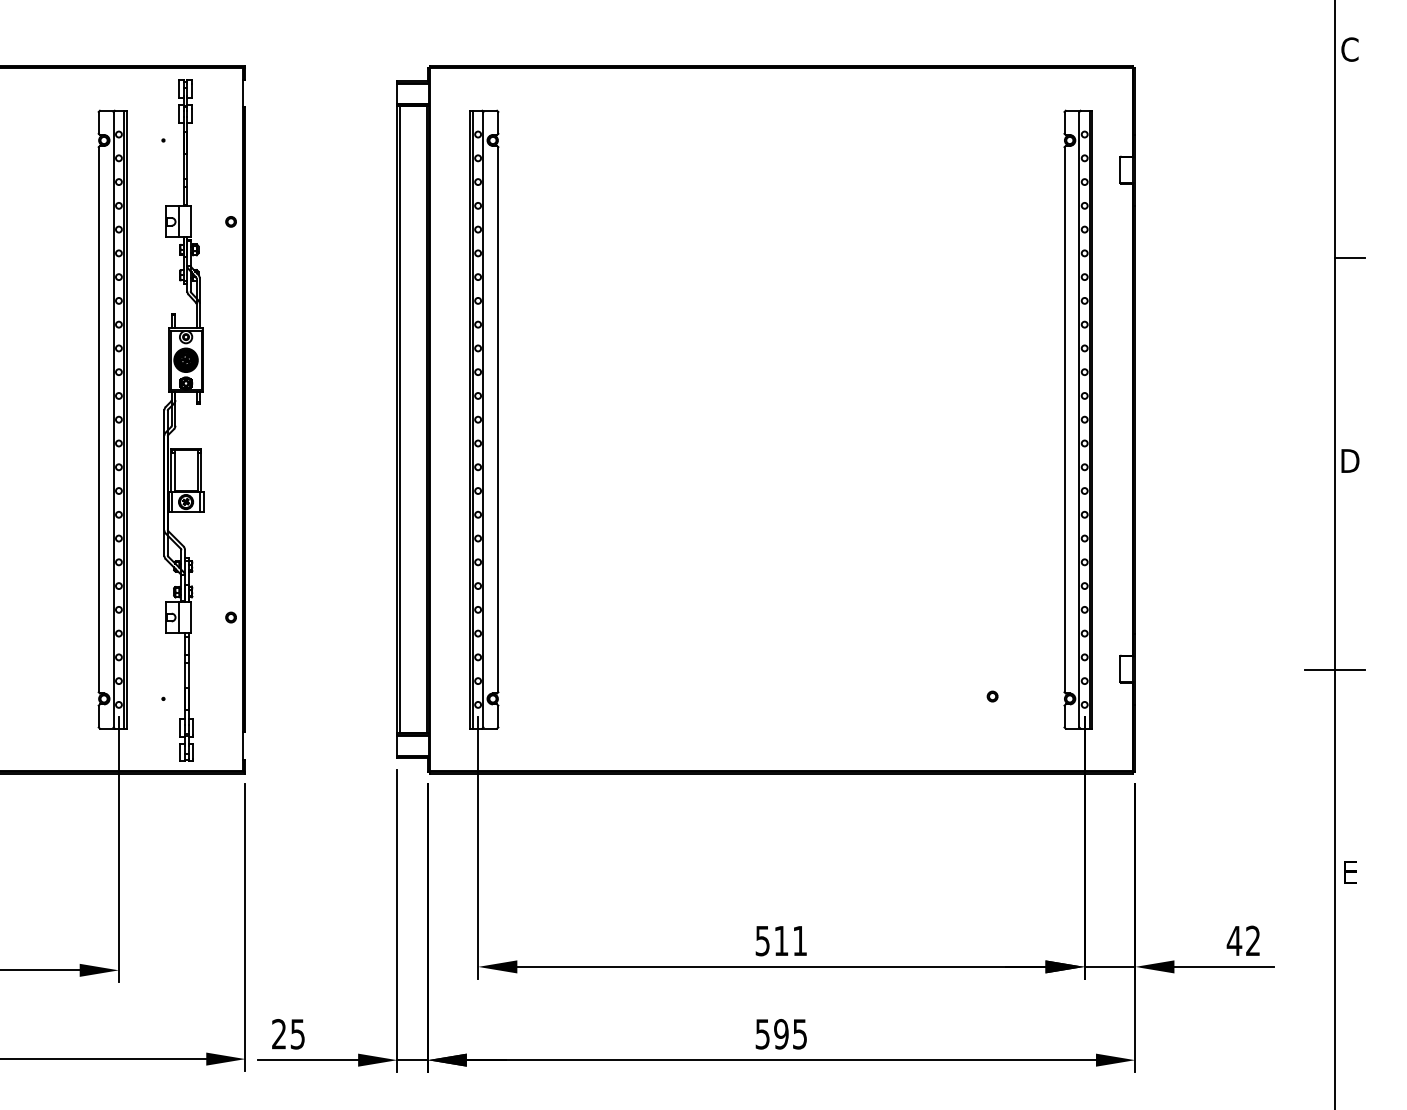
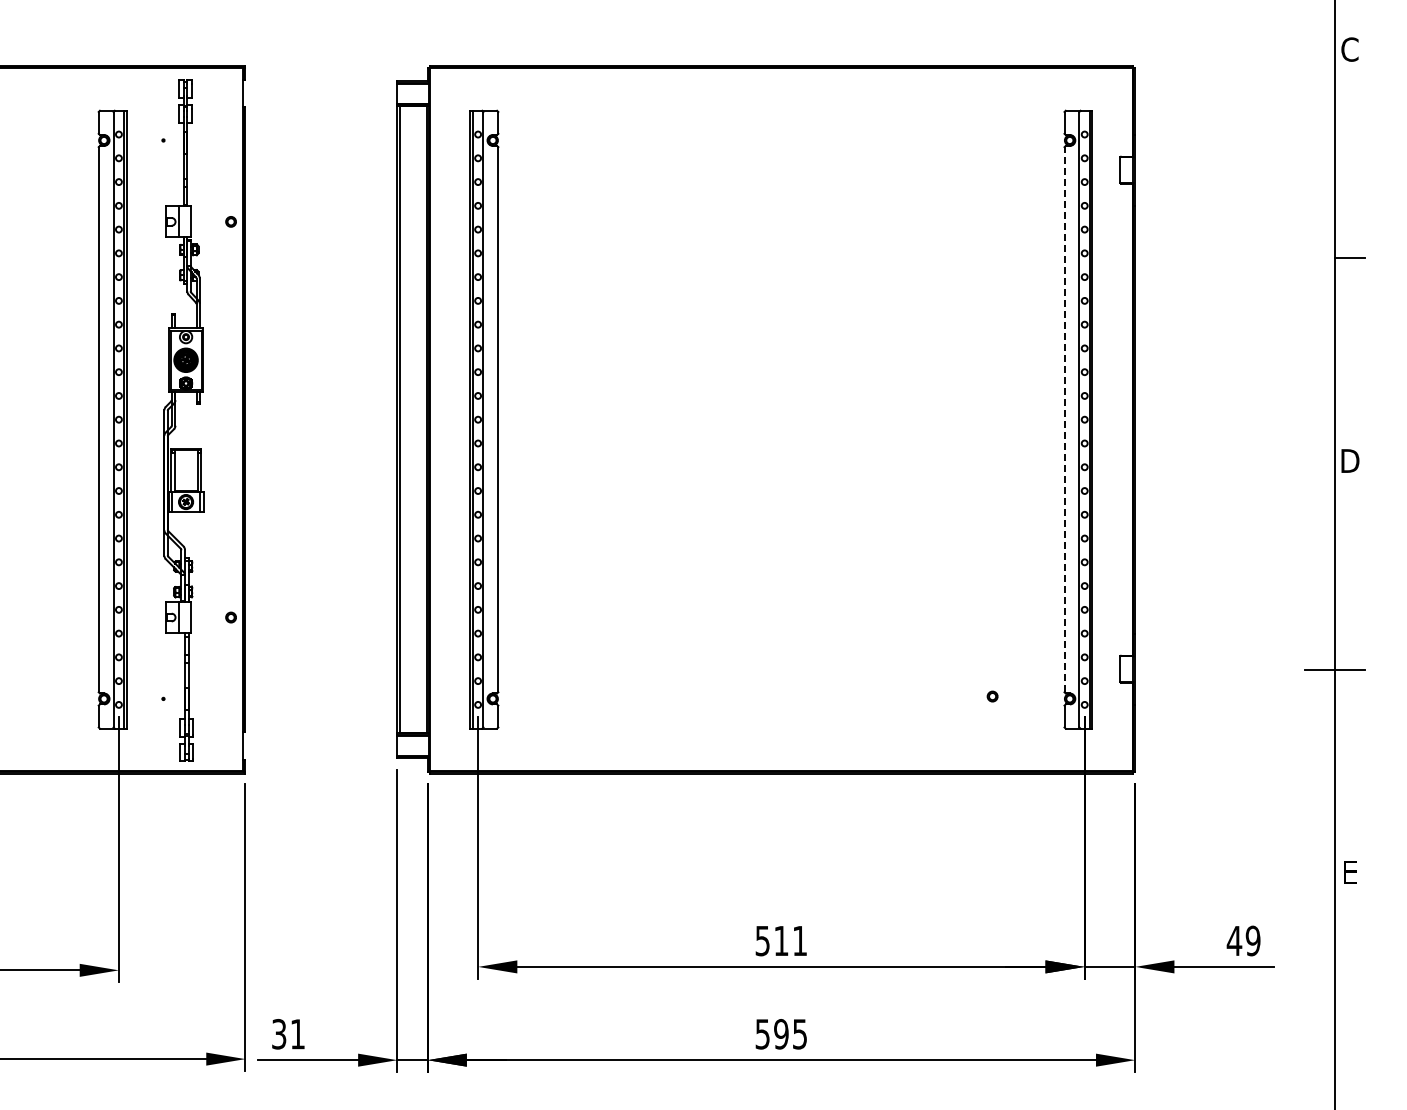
line at (1064, 419): solid -> dashed
text at (1252, 940): 42 -> 49
text at (288, 1034): 25 -> 31
